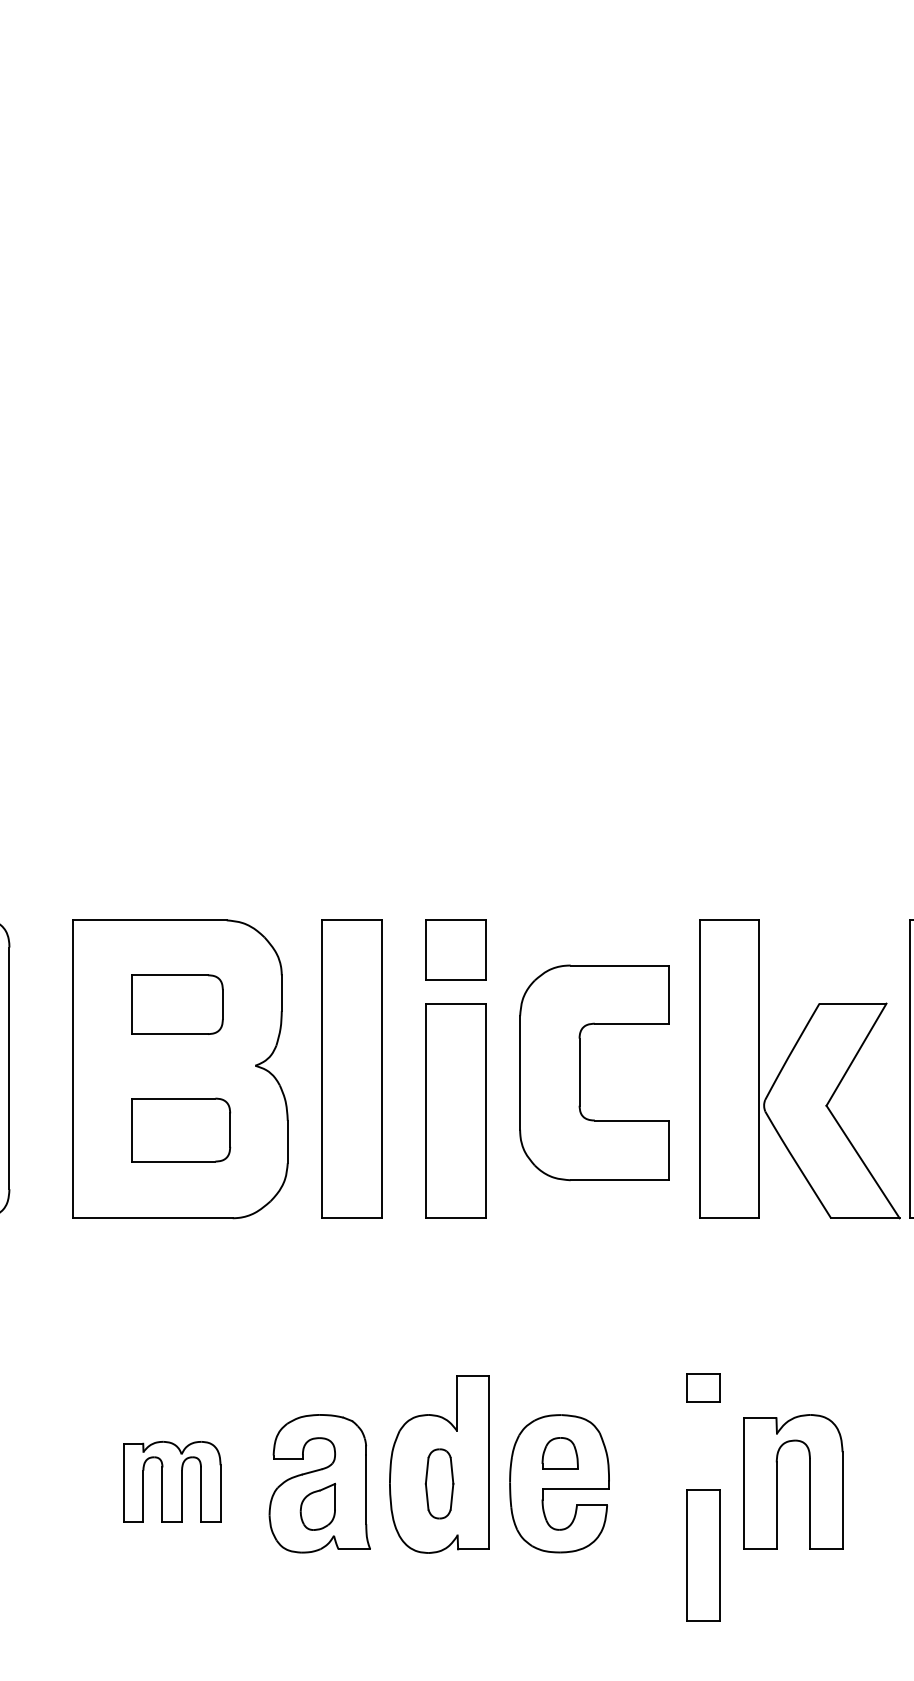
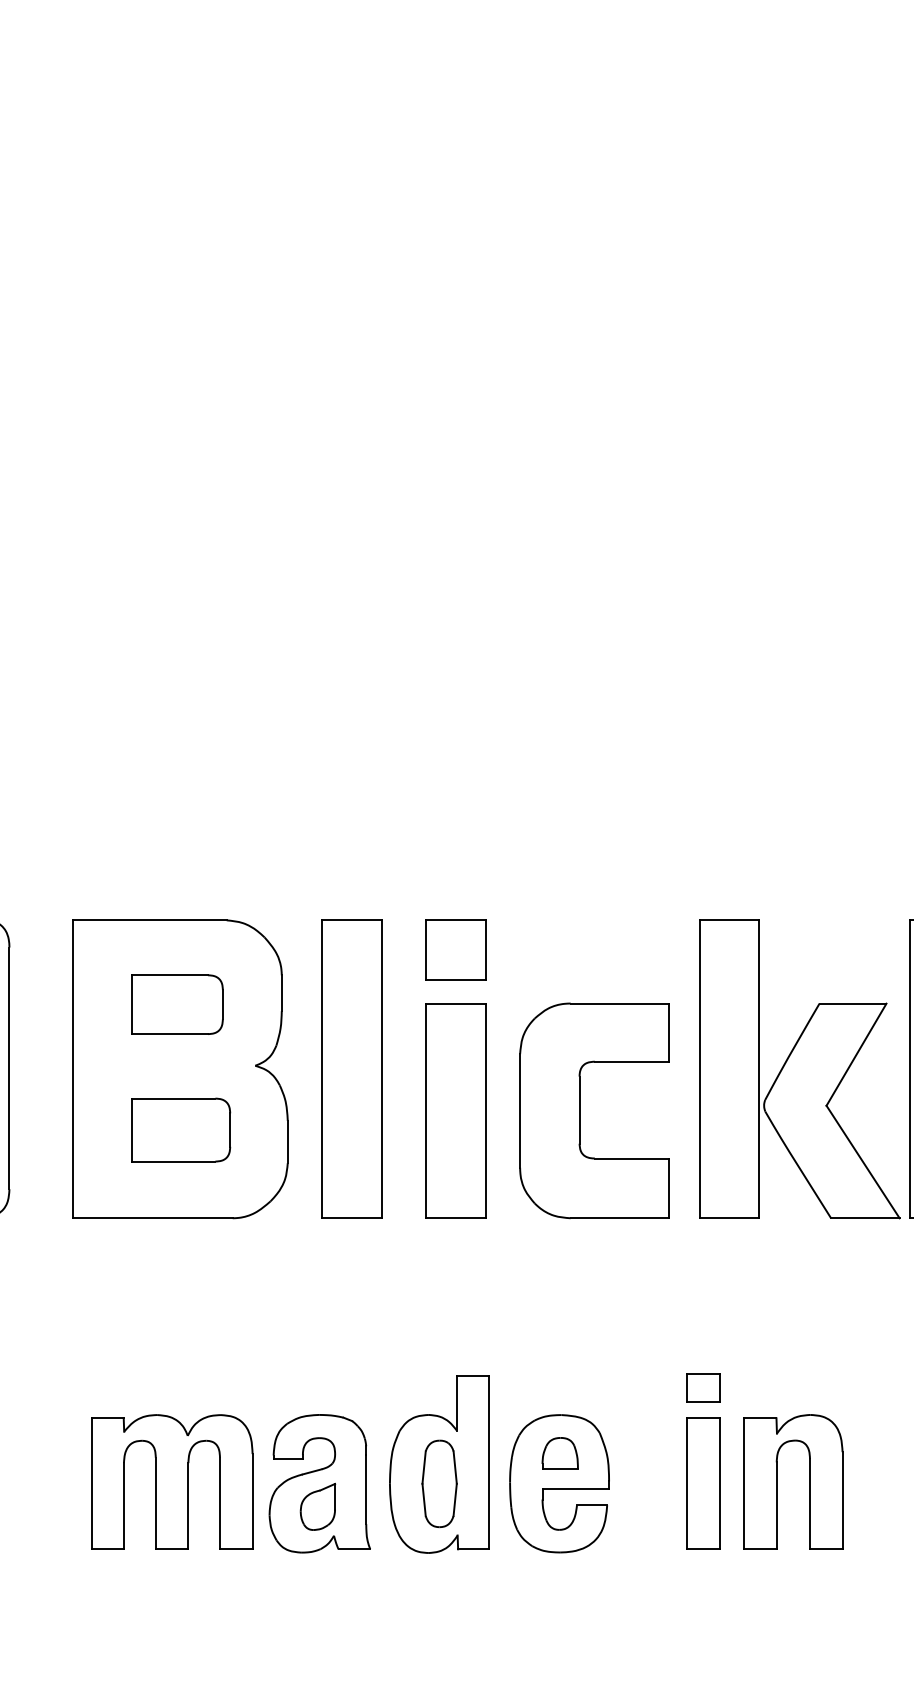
part at (580, 1072) position: (580, 1072) -> (580, 1110)
part at (172, 1481) size: 99x82 px -> 163x136 px
part at (439, 1483) size: 31x72 px -> 37x90 px
part at (703, 1555) position: (703, 1555) -> (703, 1483)
